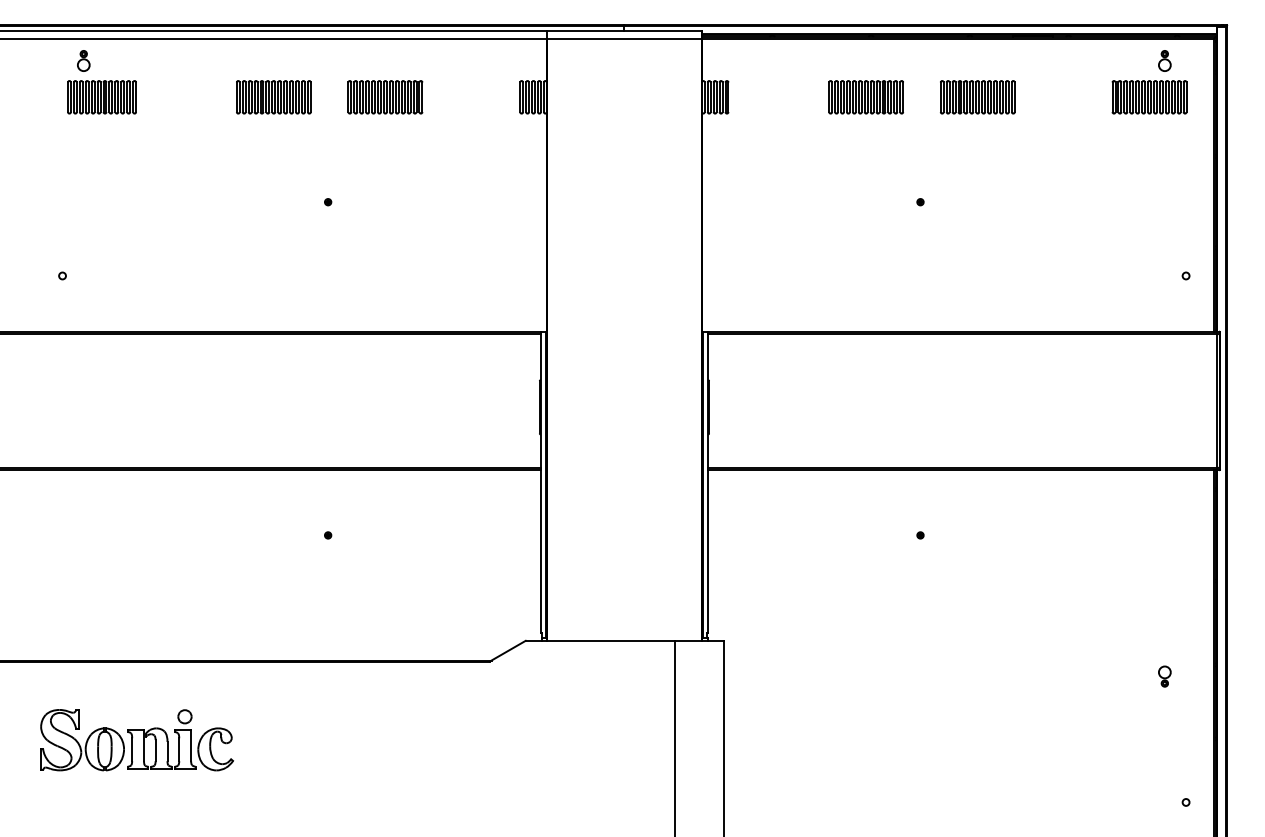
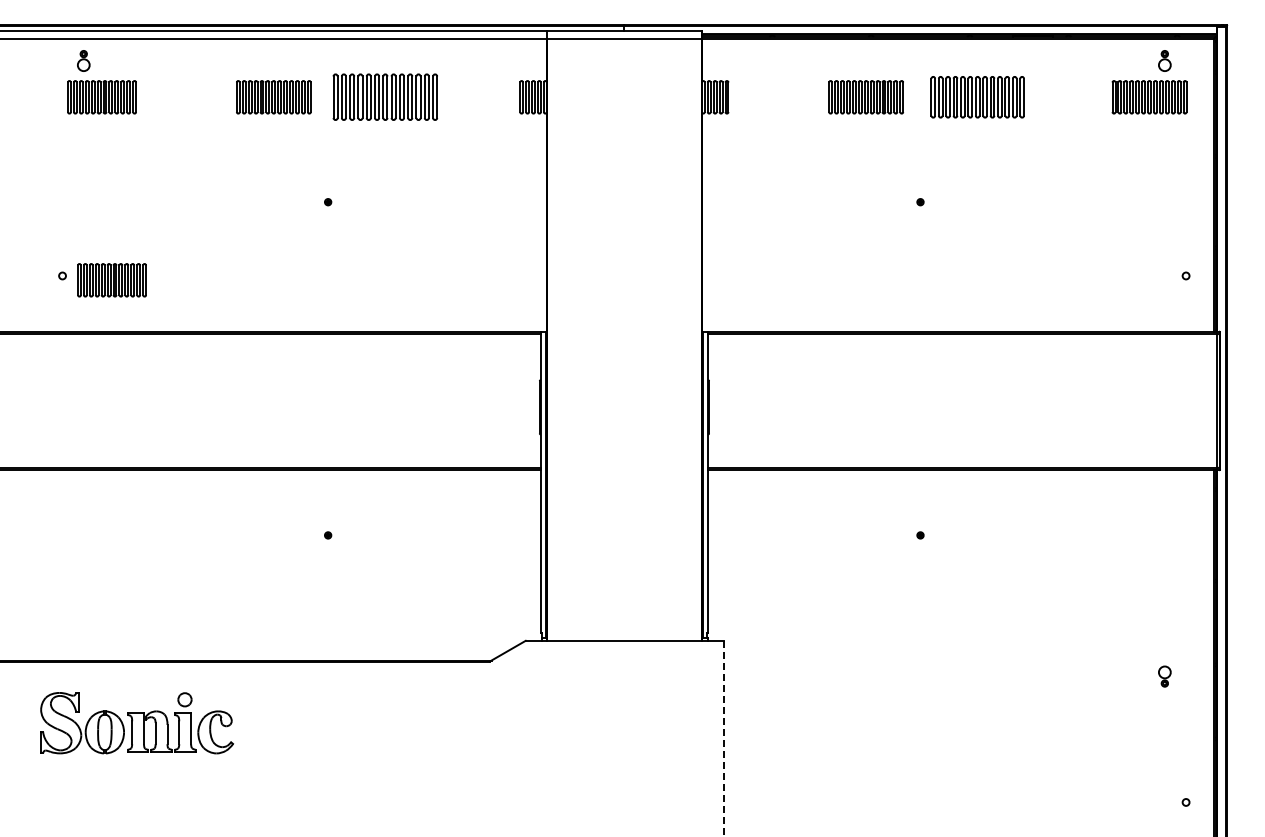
part at (385, 97) size: 77x35 px -> 106x48 px
part at (977, 97) size: 76x35 px -> 95x43 px
part at (111, 280): none -> present
line at (674, 736): present -> none
line at (724, 738): solid -> dashed
part at (137, 740) position: (137, 740) -> (137, 723)
